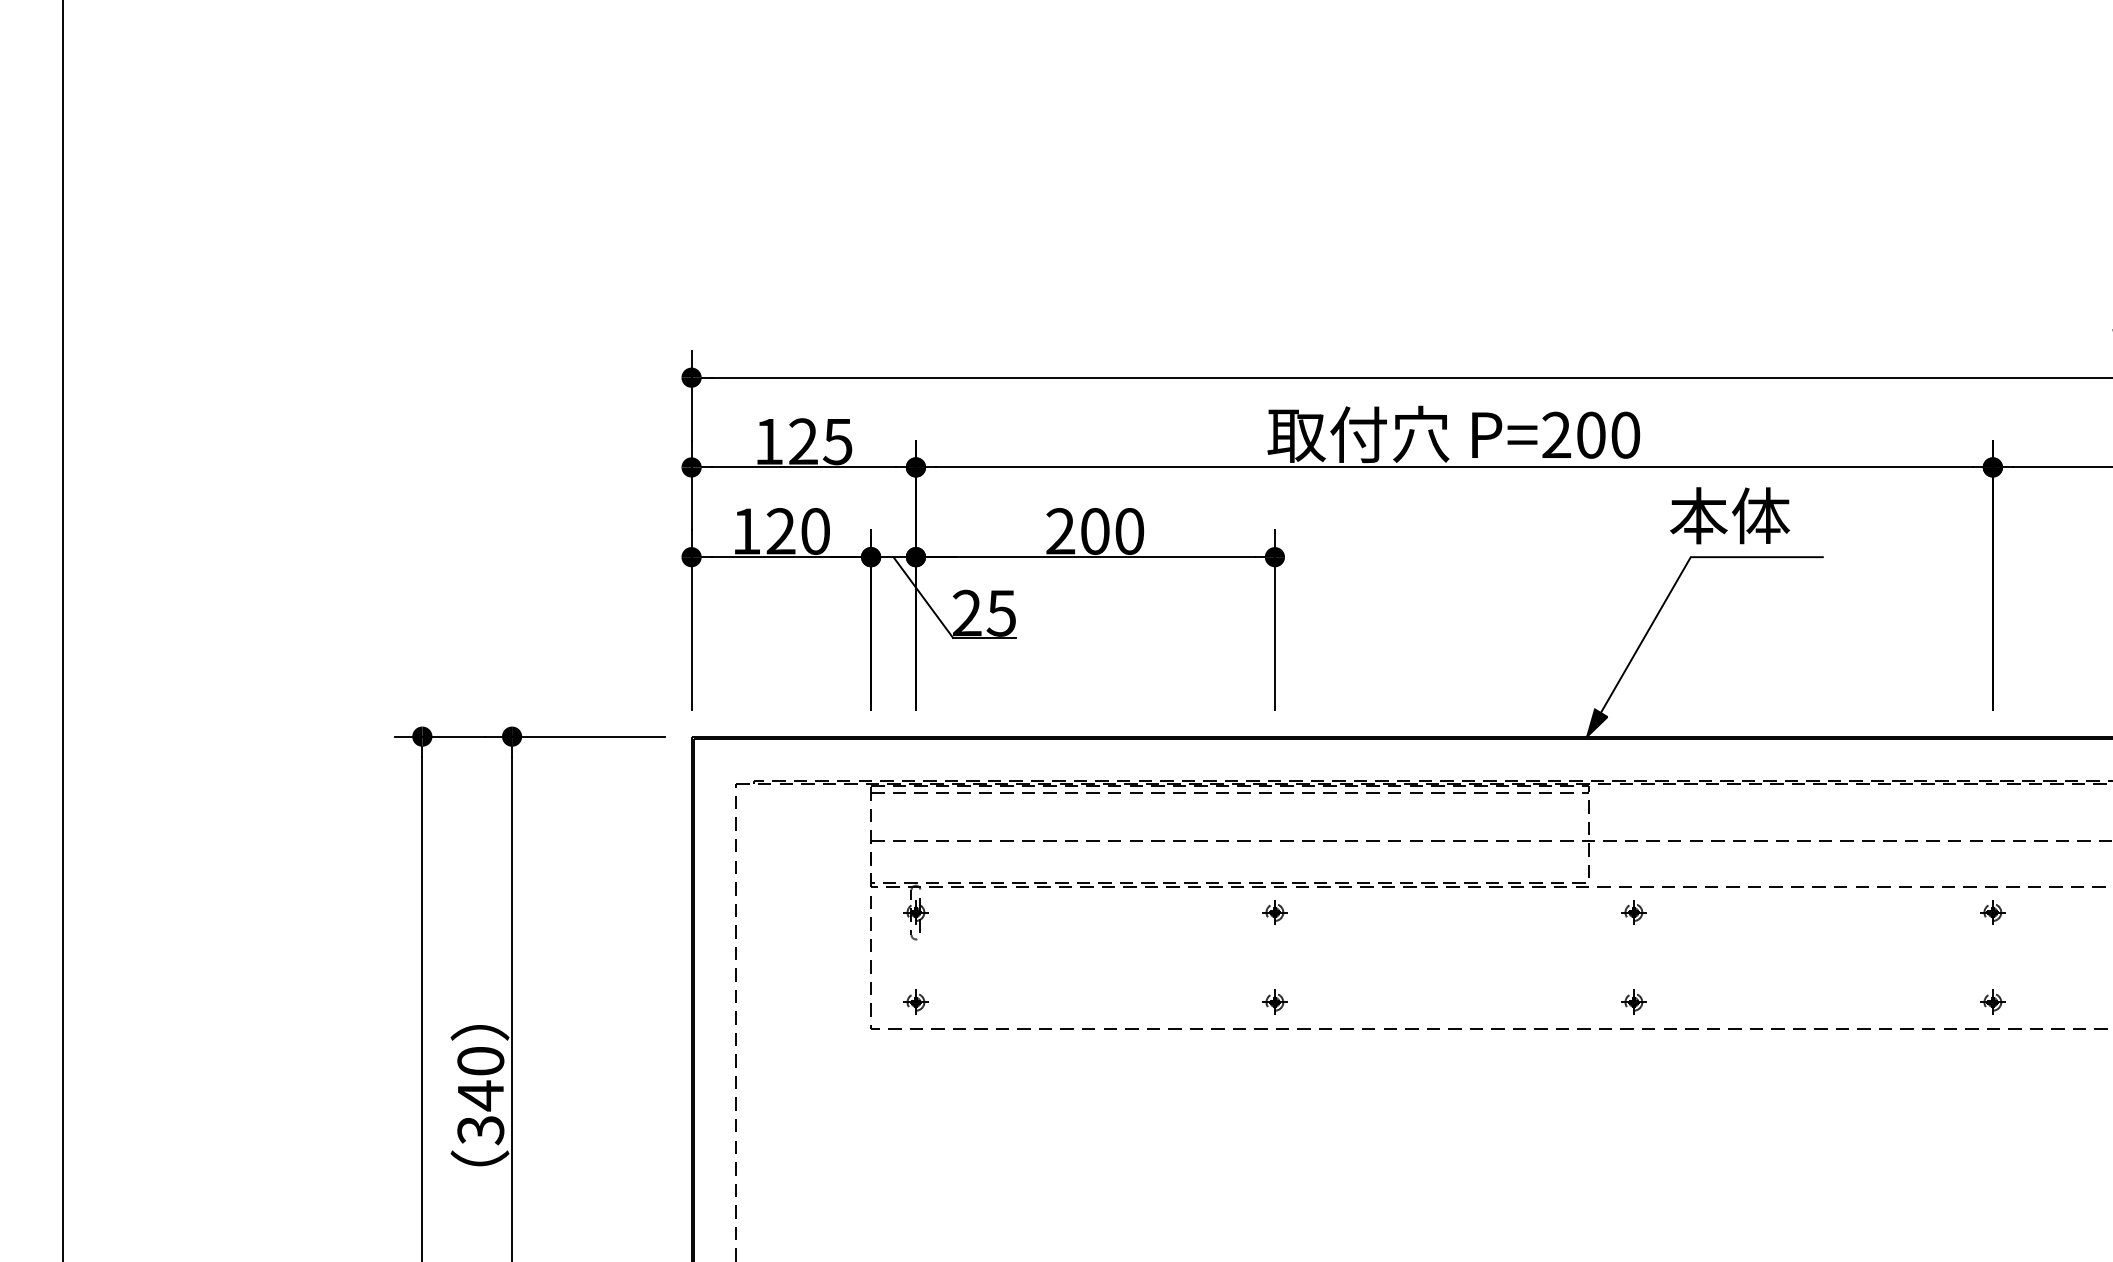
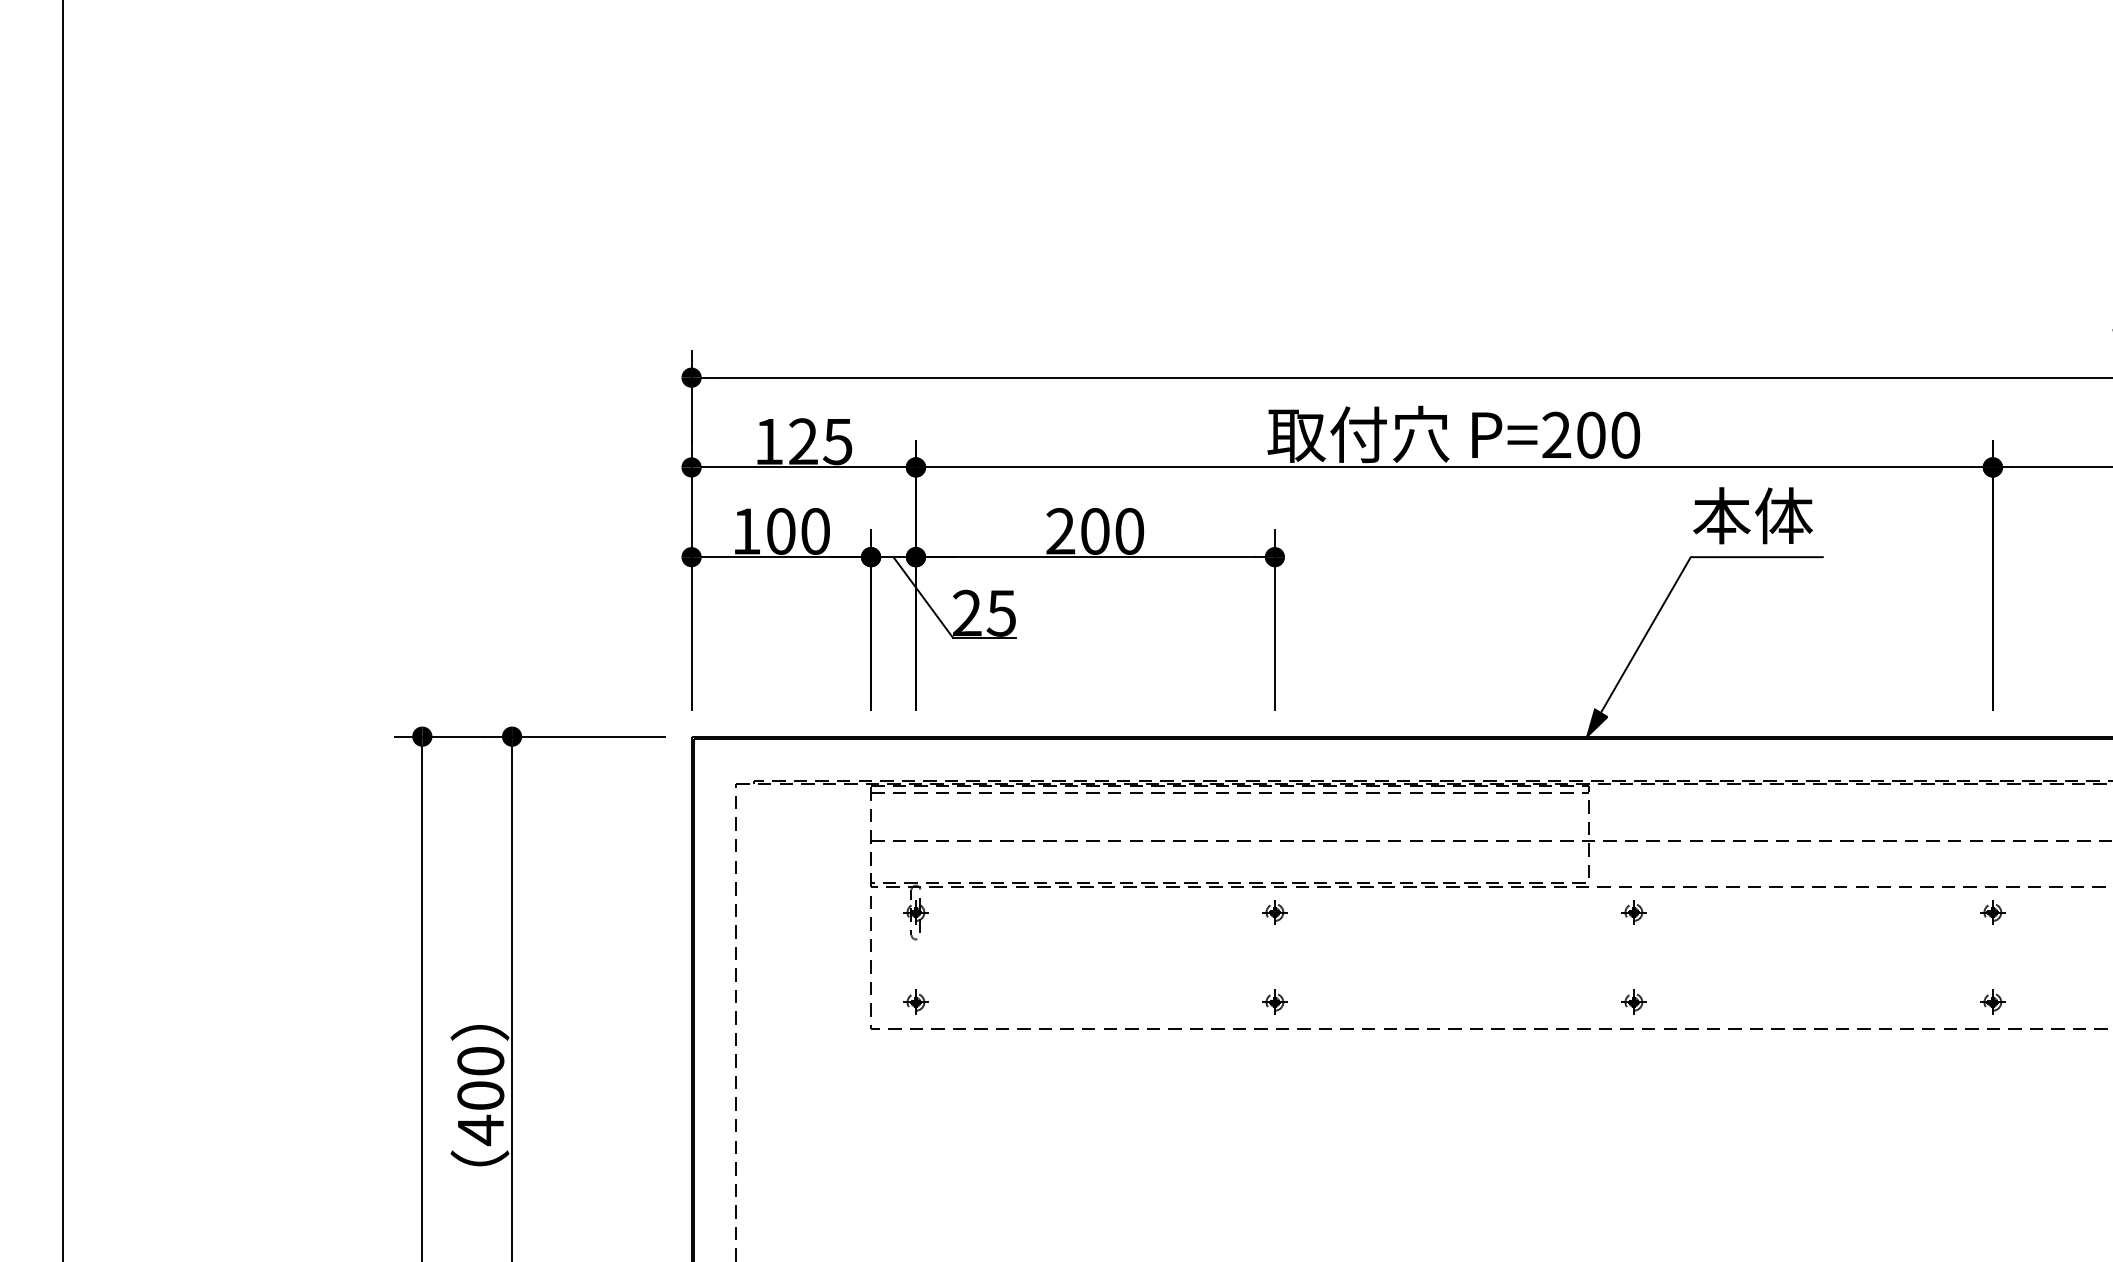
text at (1729, 515) position: (1729, 515) -> (1752, 515)
text at (780, 531): 120 -> 100
text at (480, 1113): 340 -> 400
